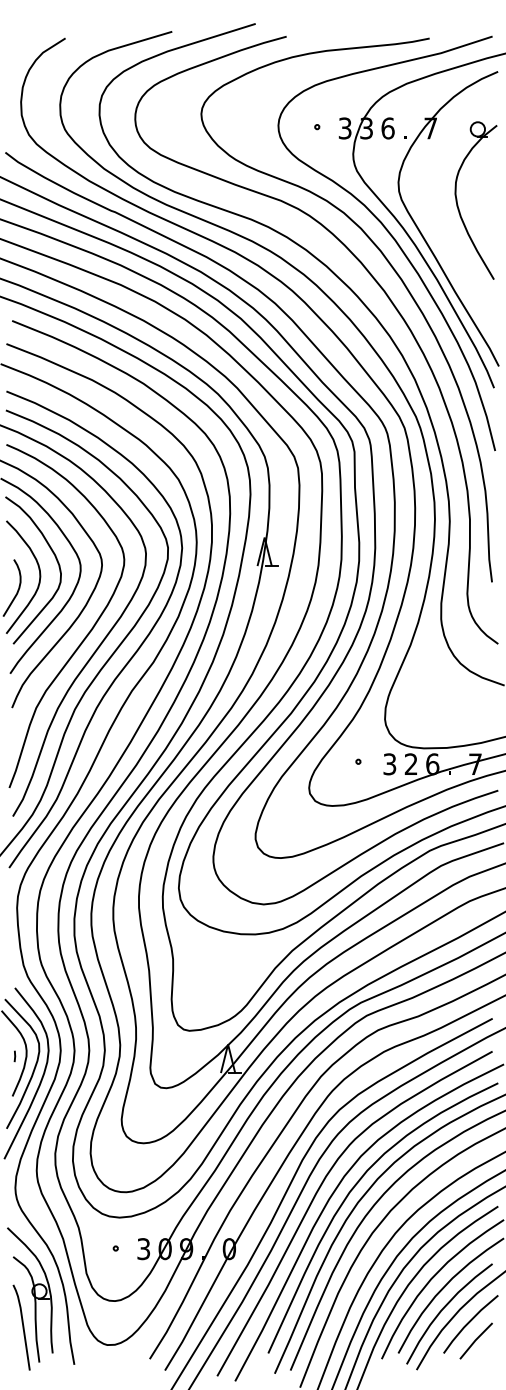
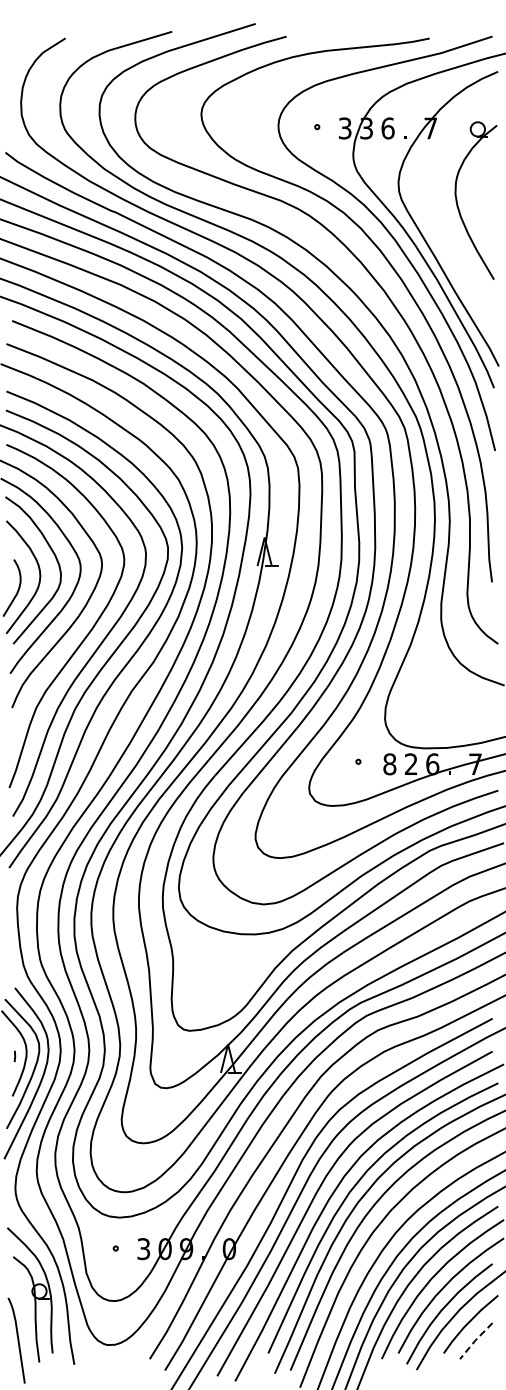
text at (389, 764): 3 -> 8
line at (22, 1327) position: (22, 1327) -> (17, 1340)
line at (475, 1340): solid -> dashed
